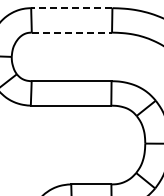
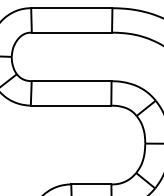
line at (71, 8): dashed -> solid
line at (72, 32): dashed -> solid
